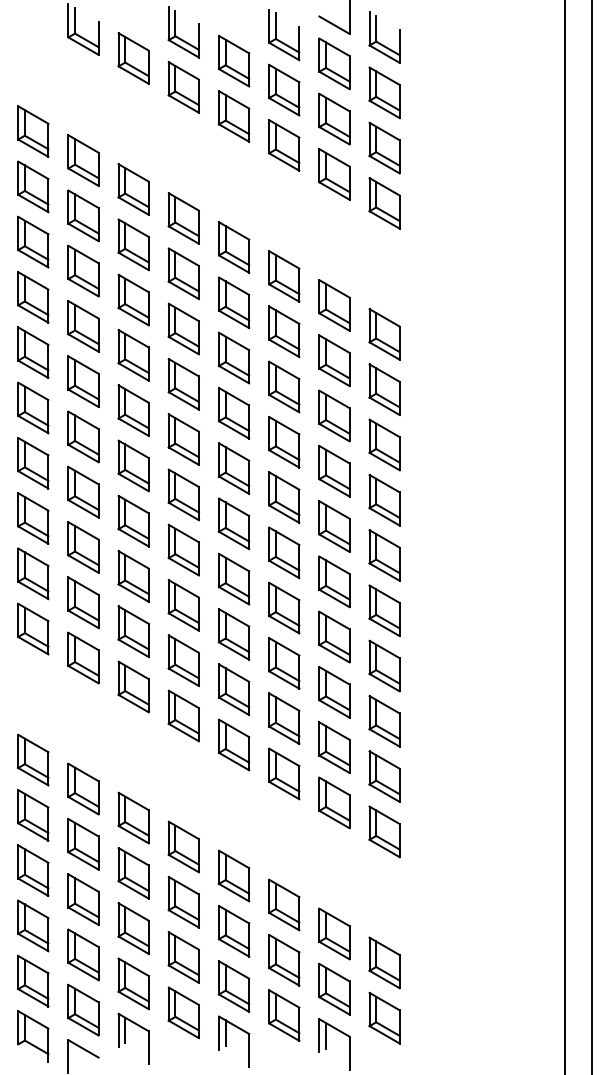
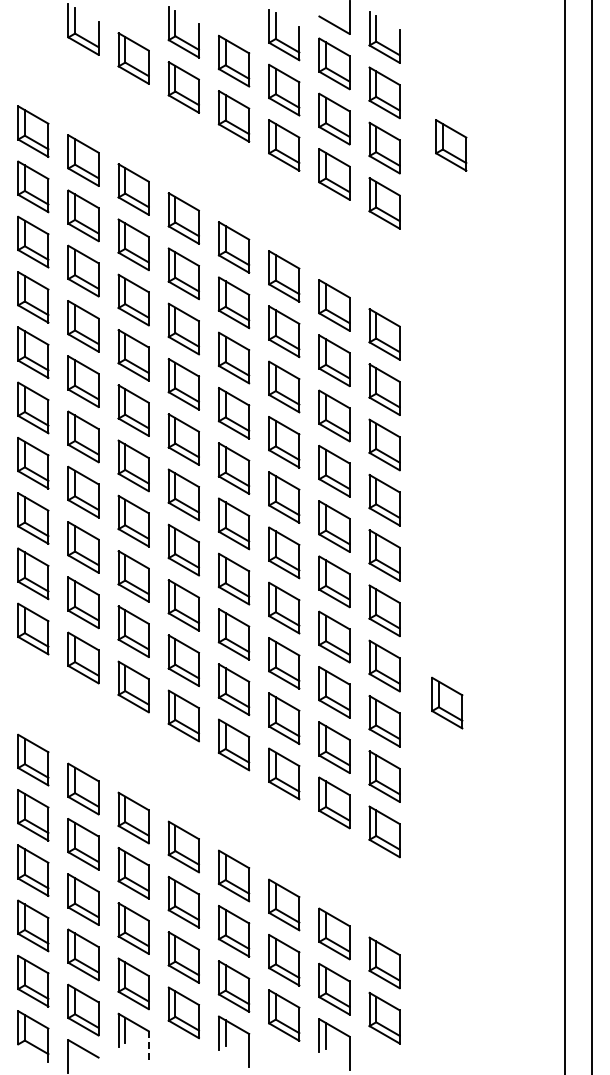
part at (451, 145): none -> present
part at (447, 702): none -> present
line at (148, 1047): solid -> dashed
